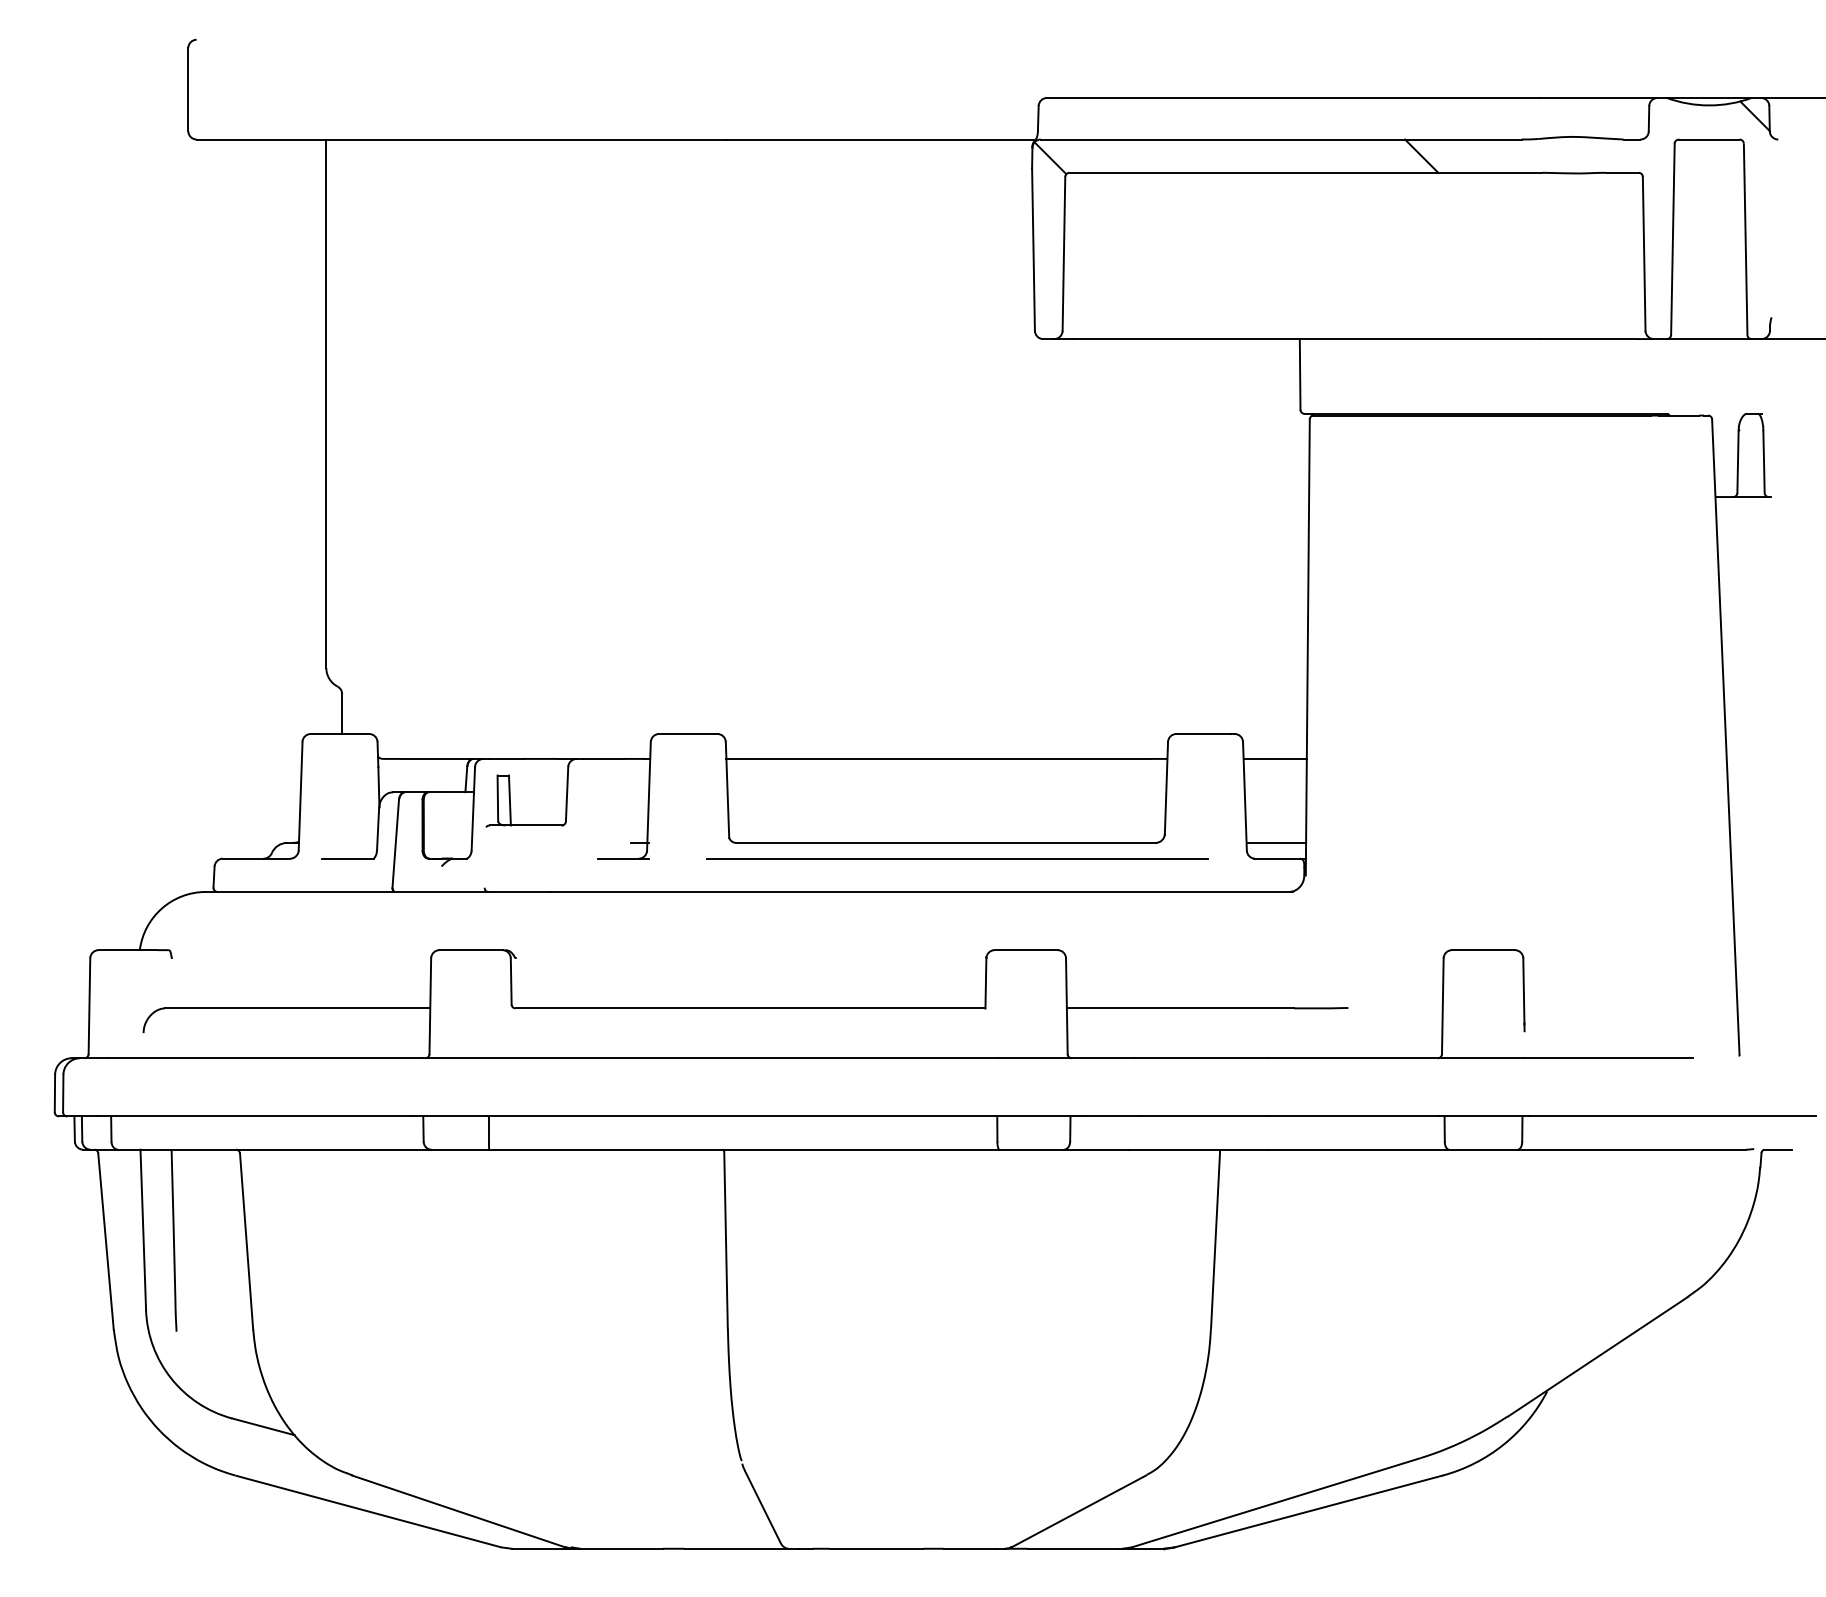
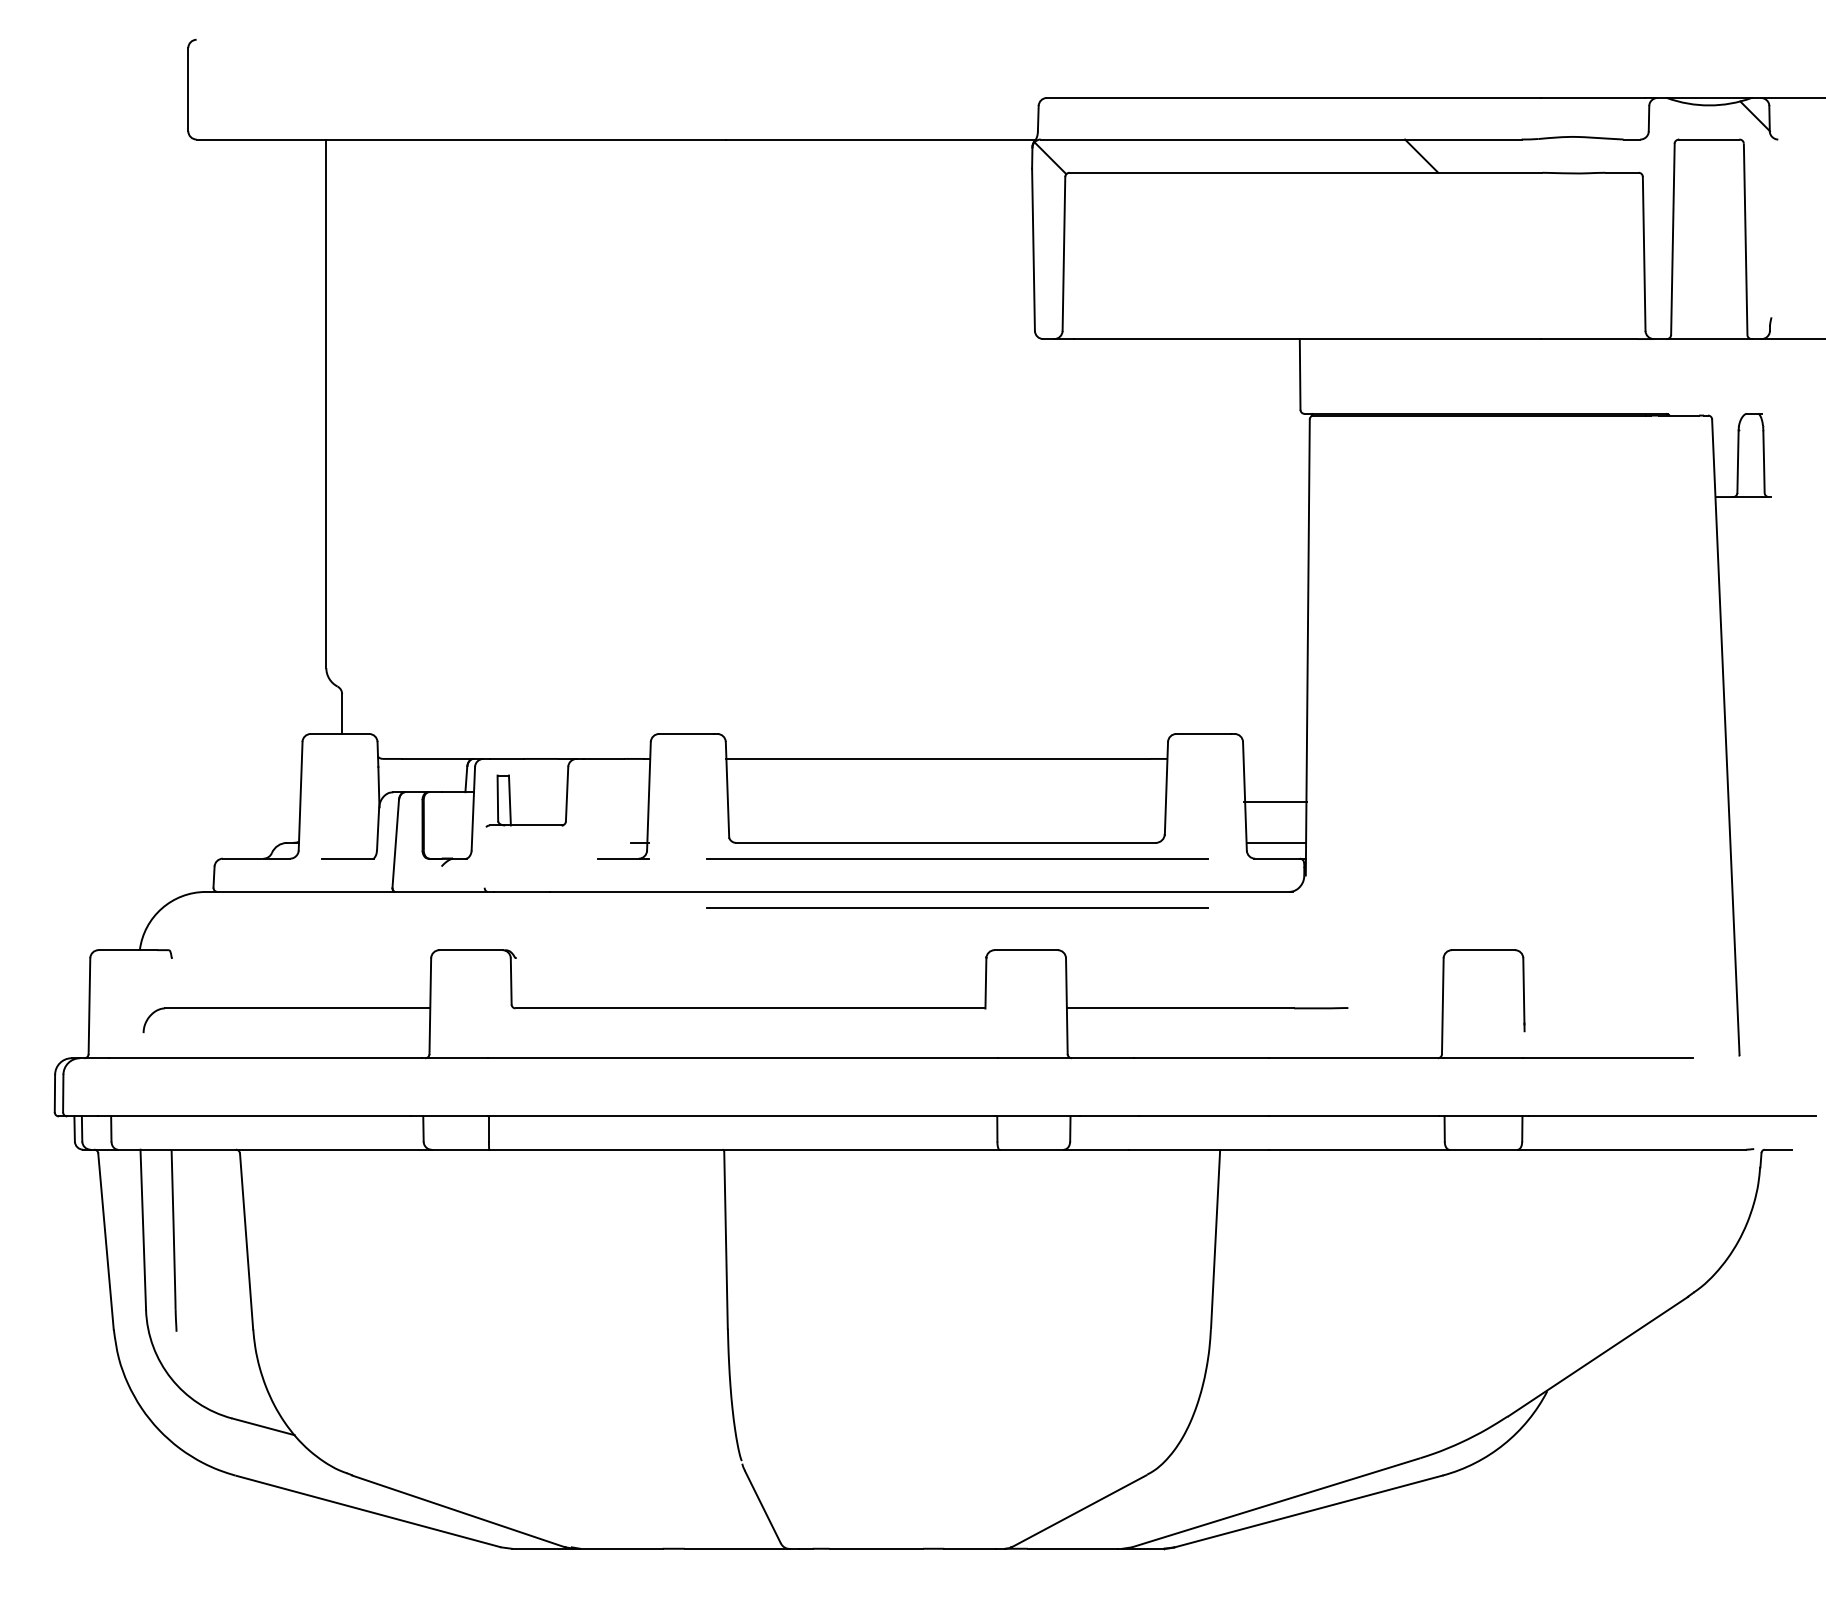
line at (1274, 758) position: (1274, 758) -> (1274, 801)
line at (957, 907): none -> present
